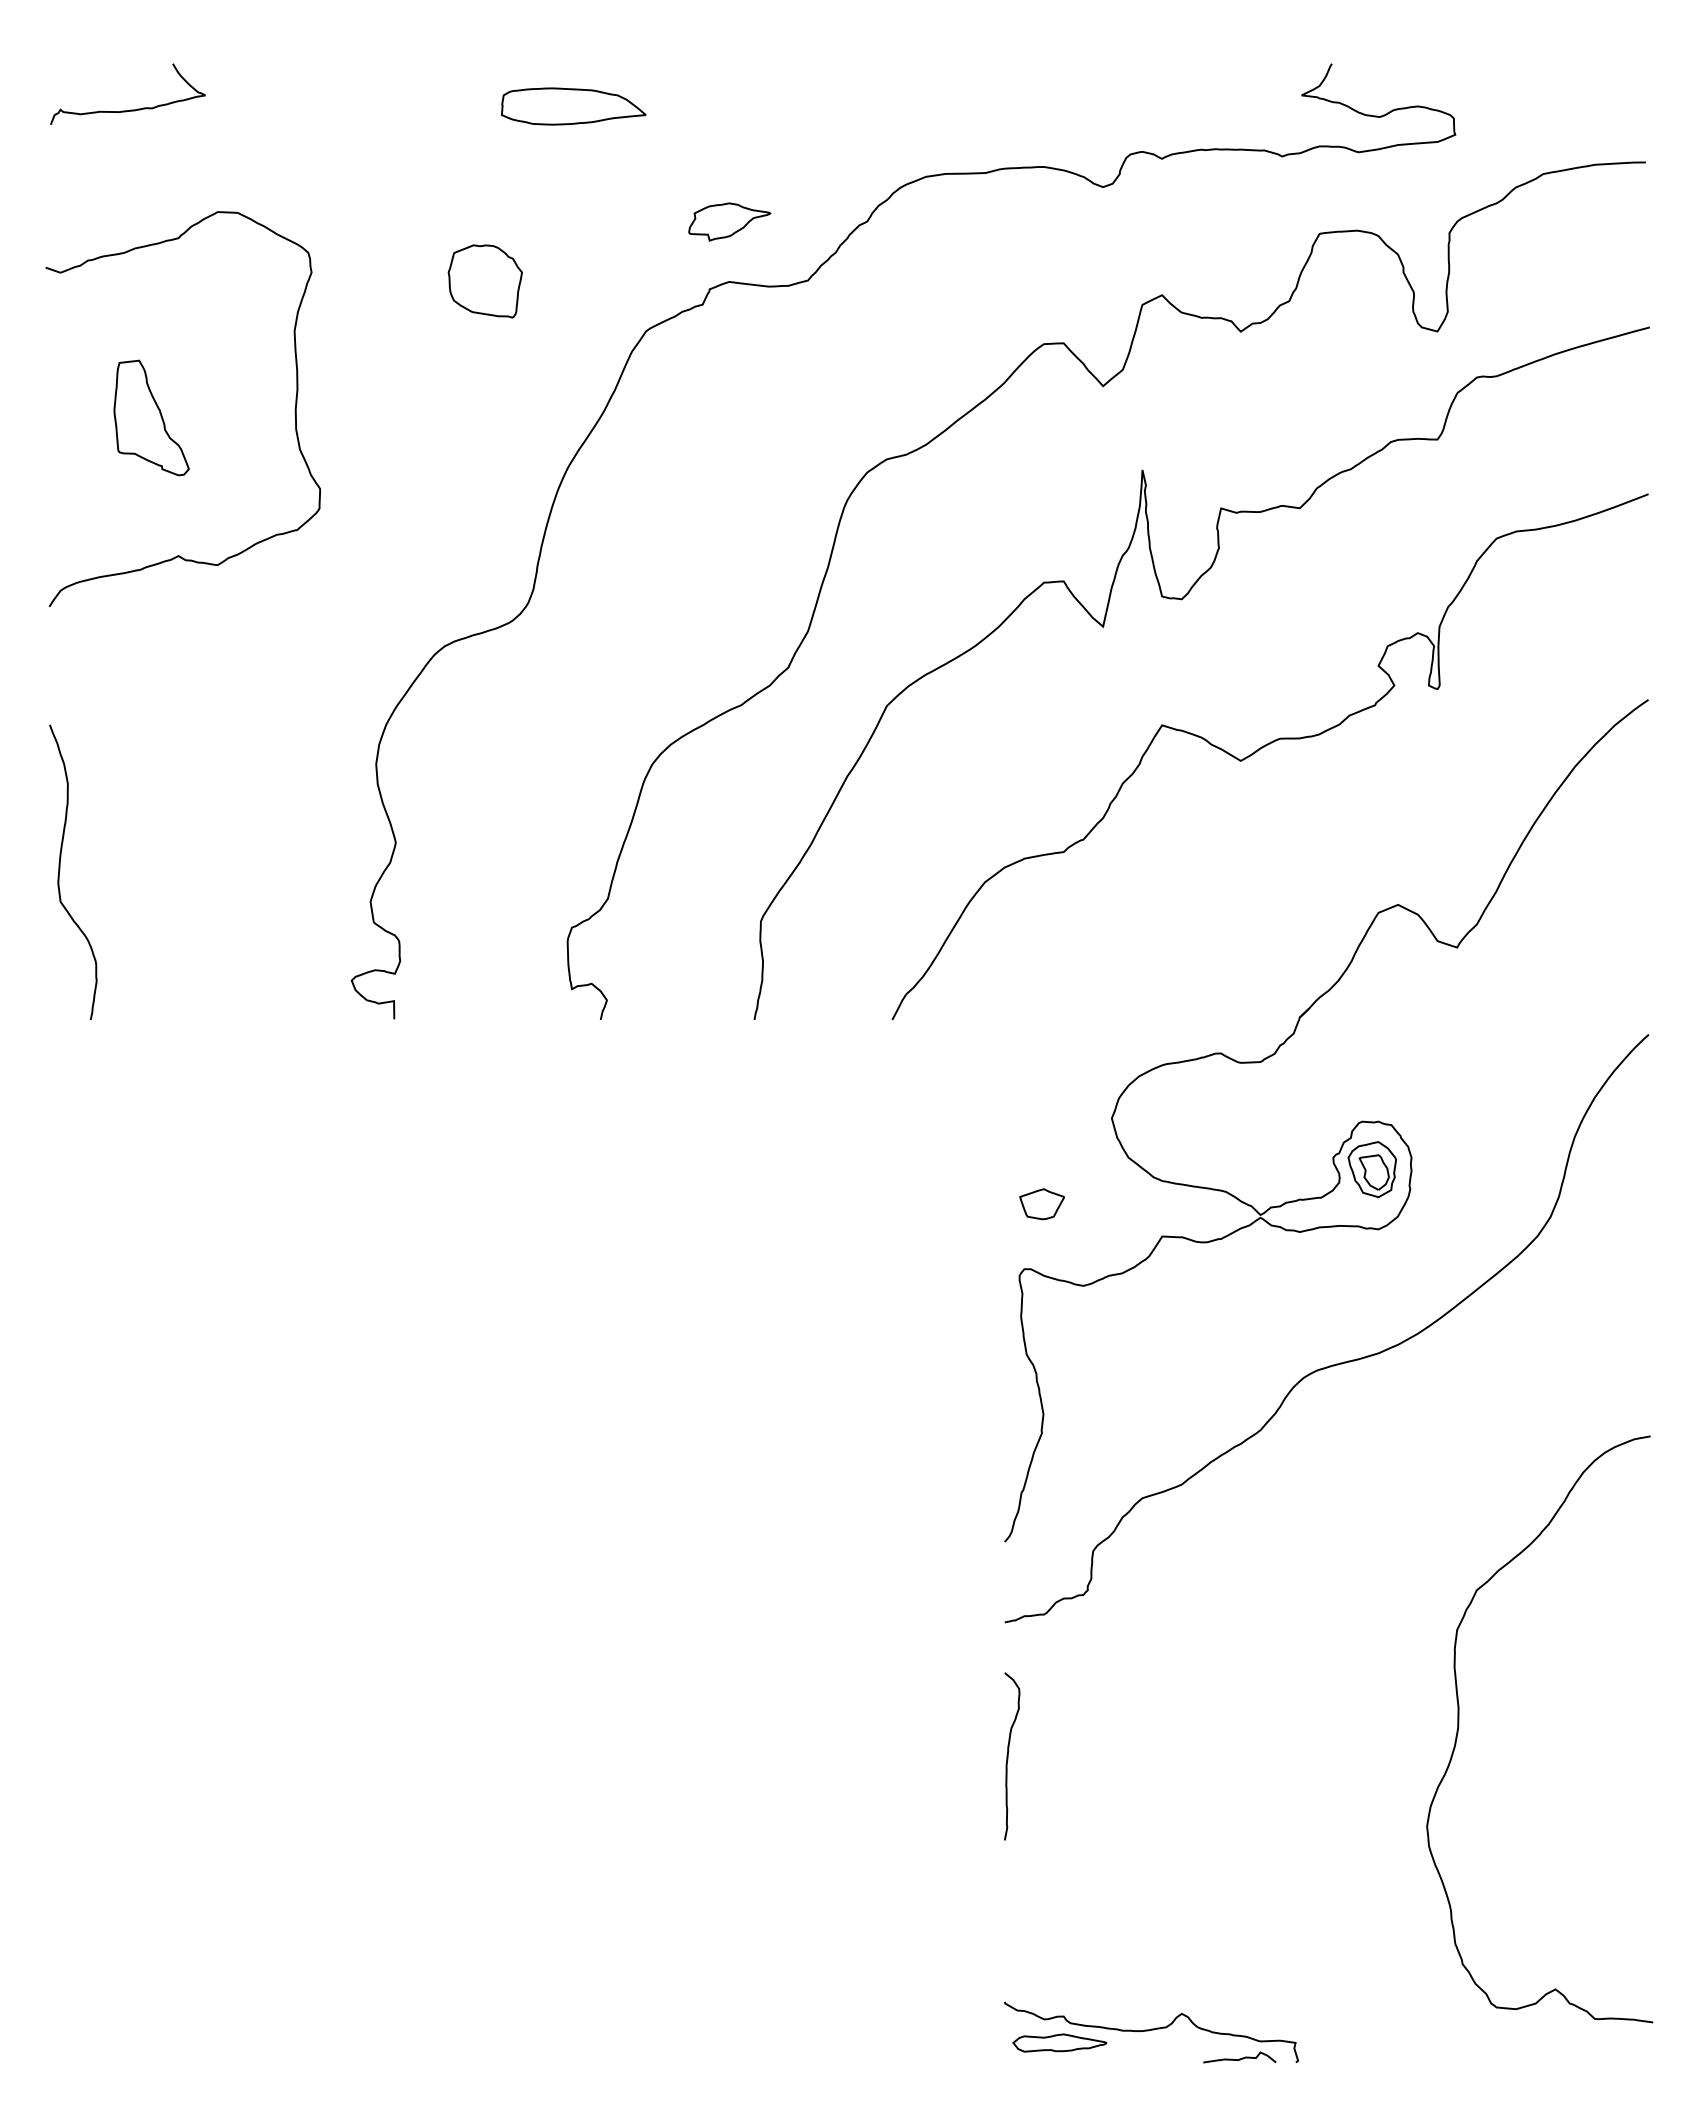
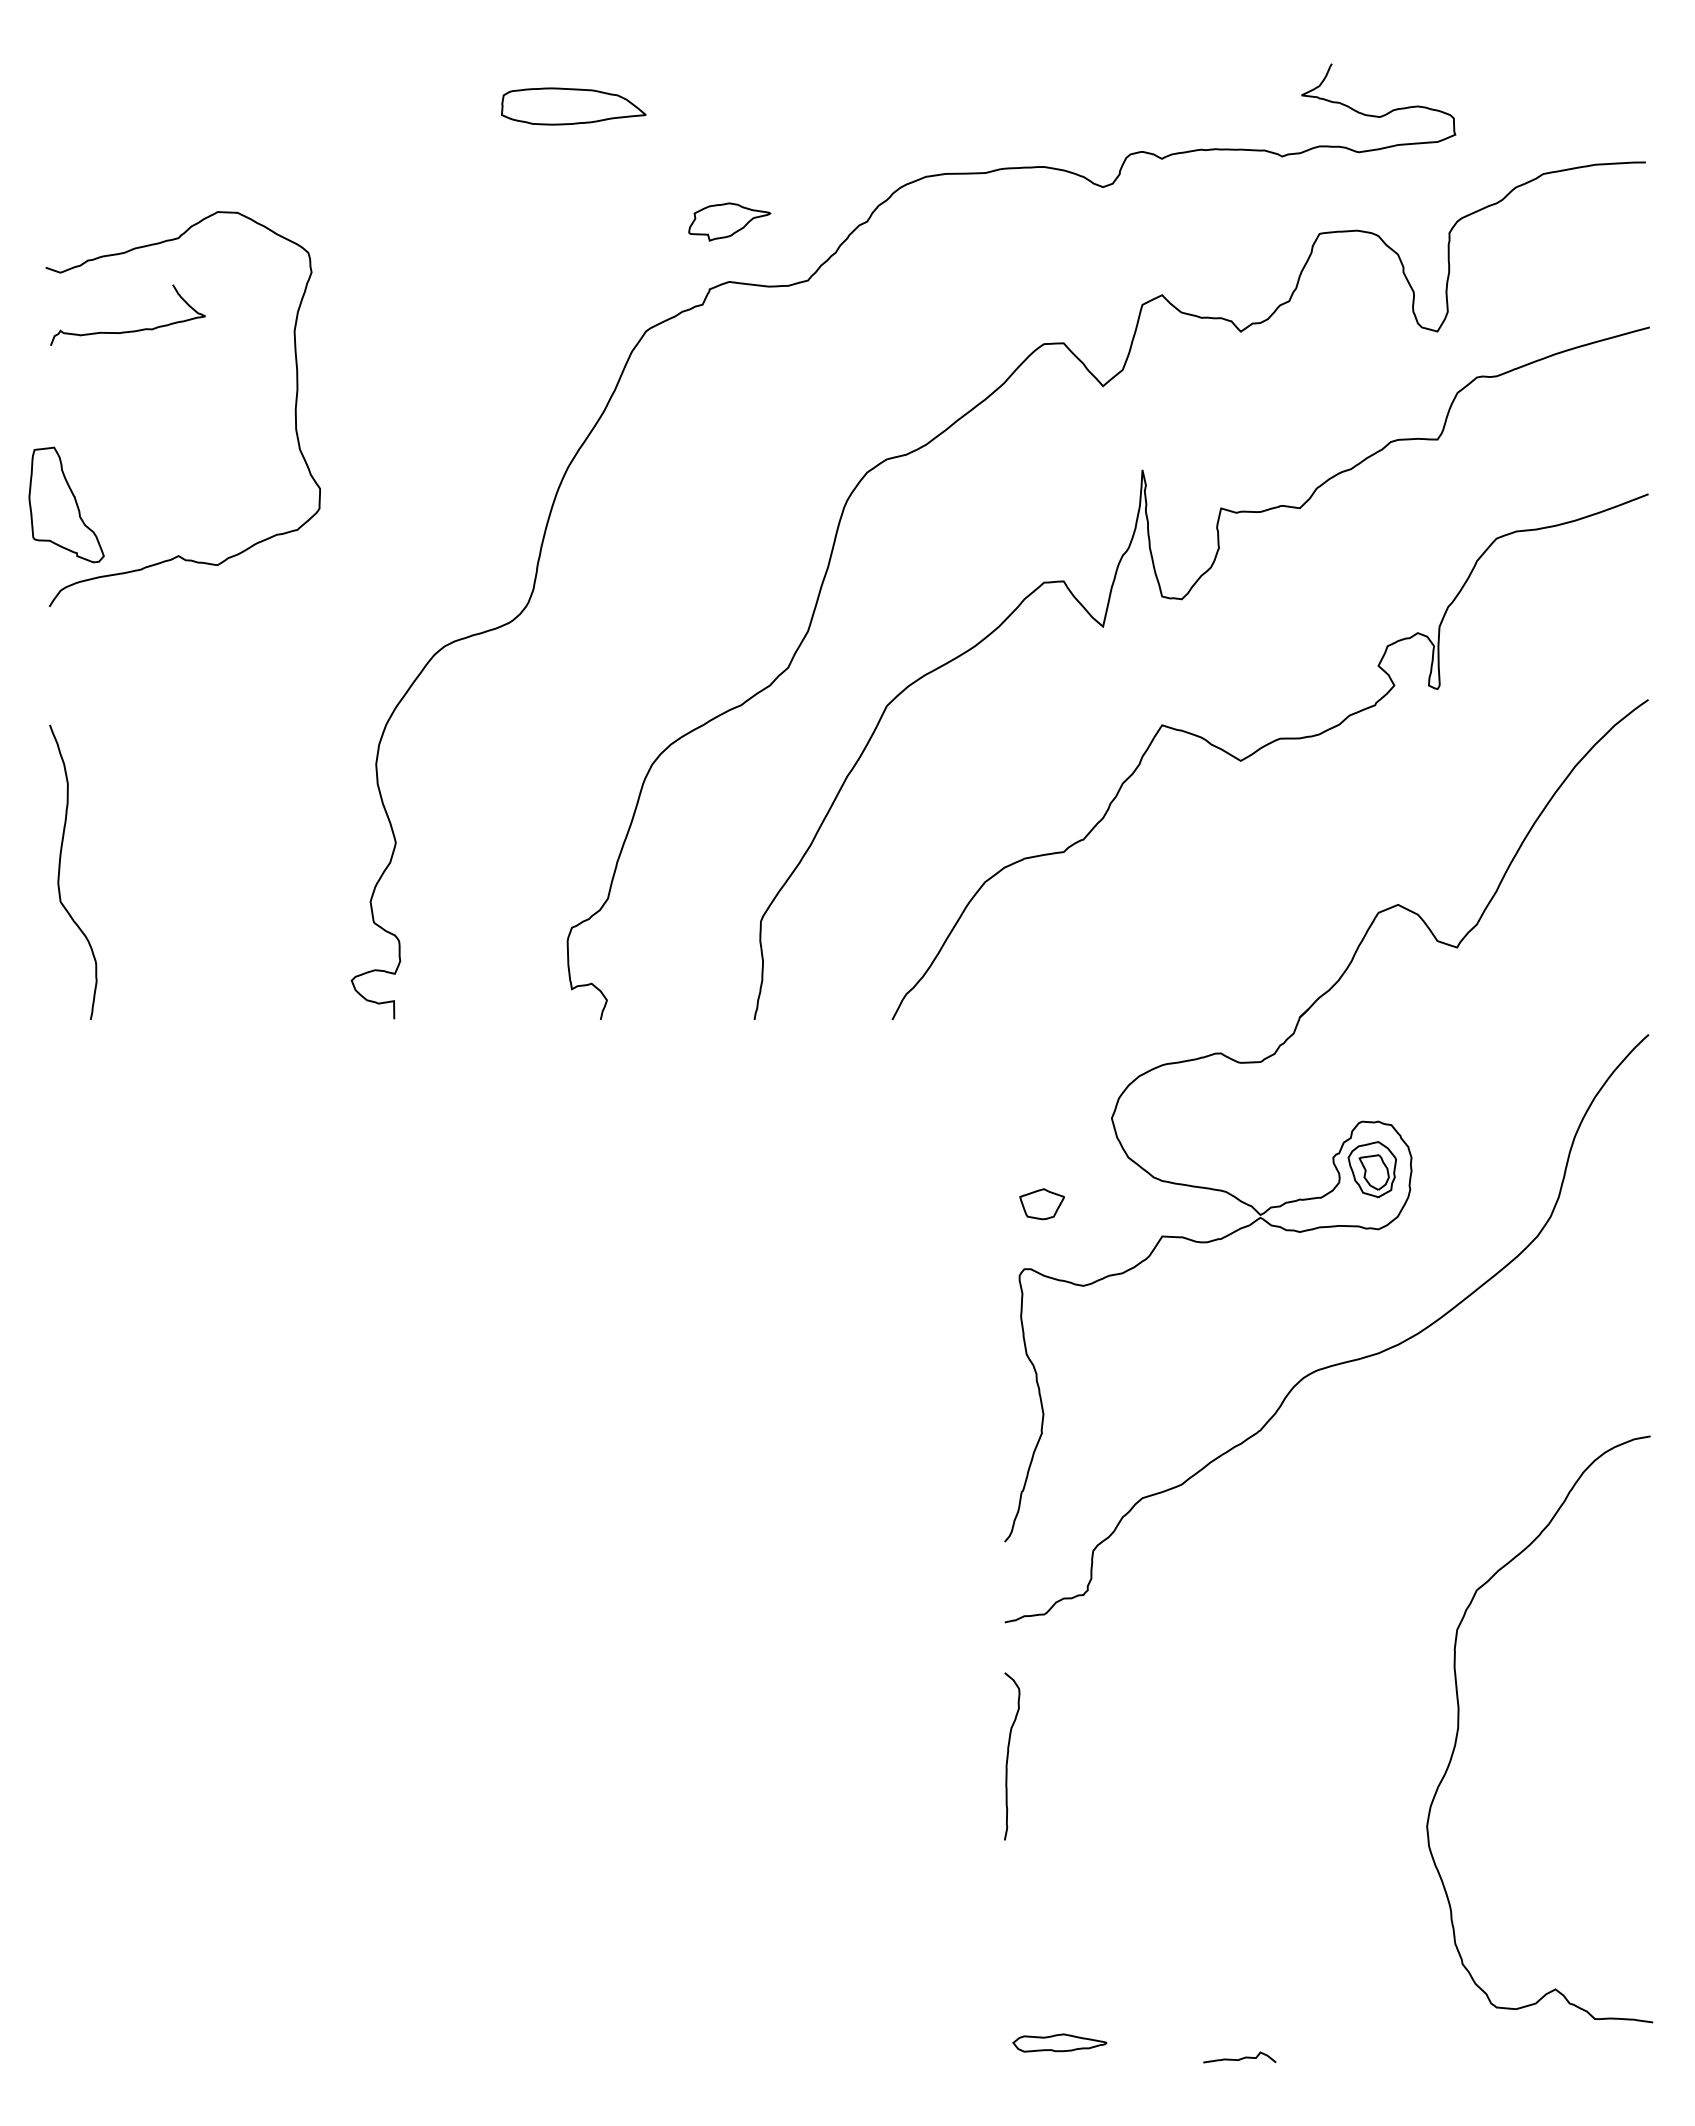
curve at (130, 109) position: (130, 109) -> (130, 330)
part at (484, 281): present -> none
part at (151, 417) position: (151, 417) -> (66, 504)
curve at (1151, 2030): present -> none
